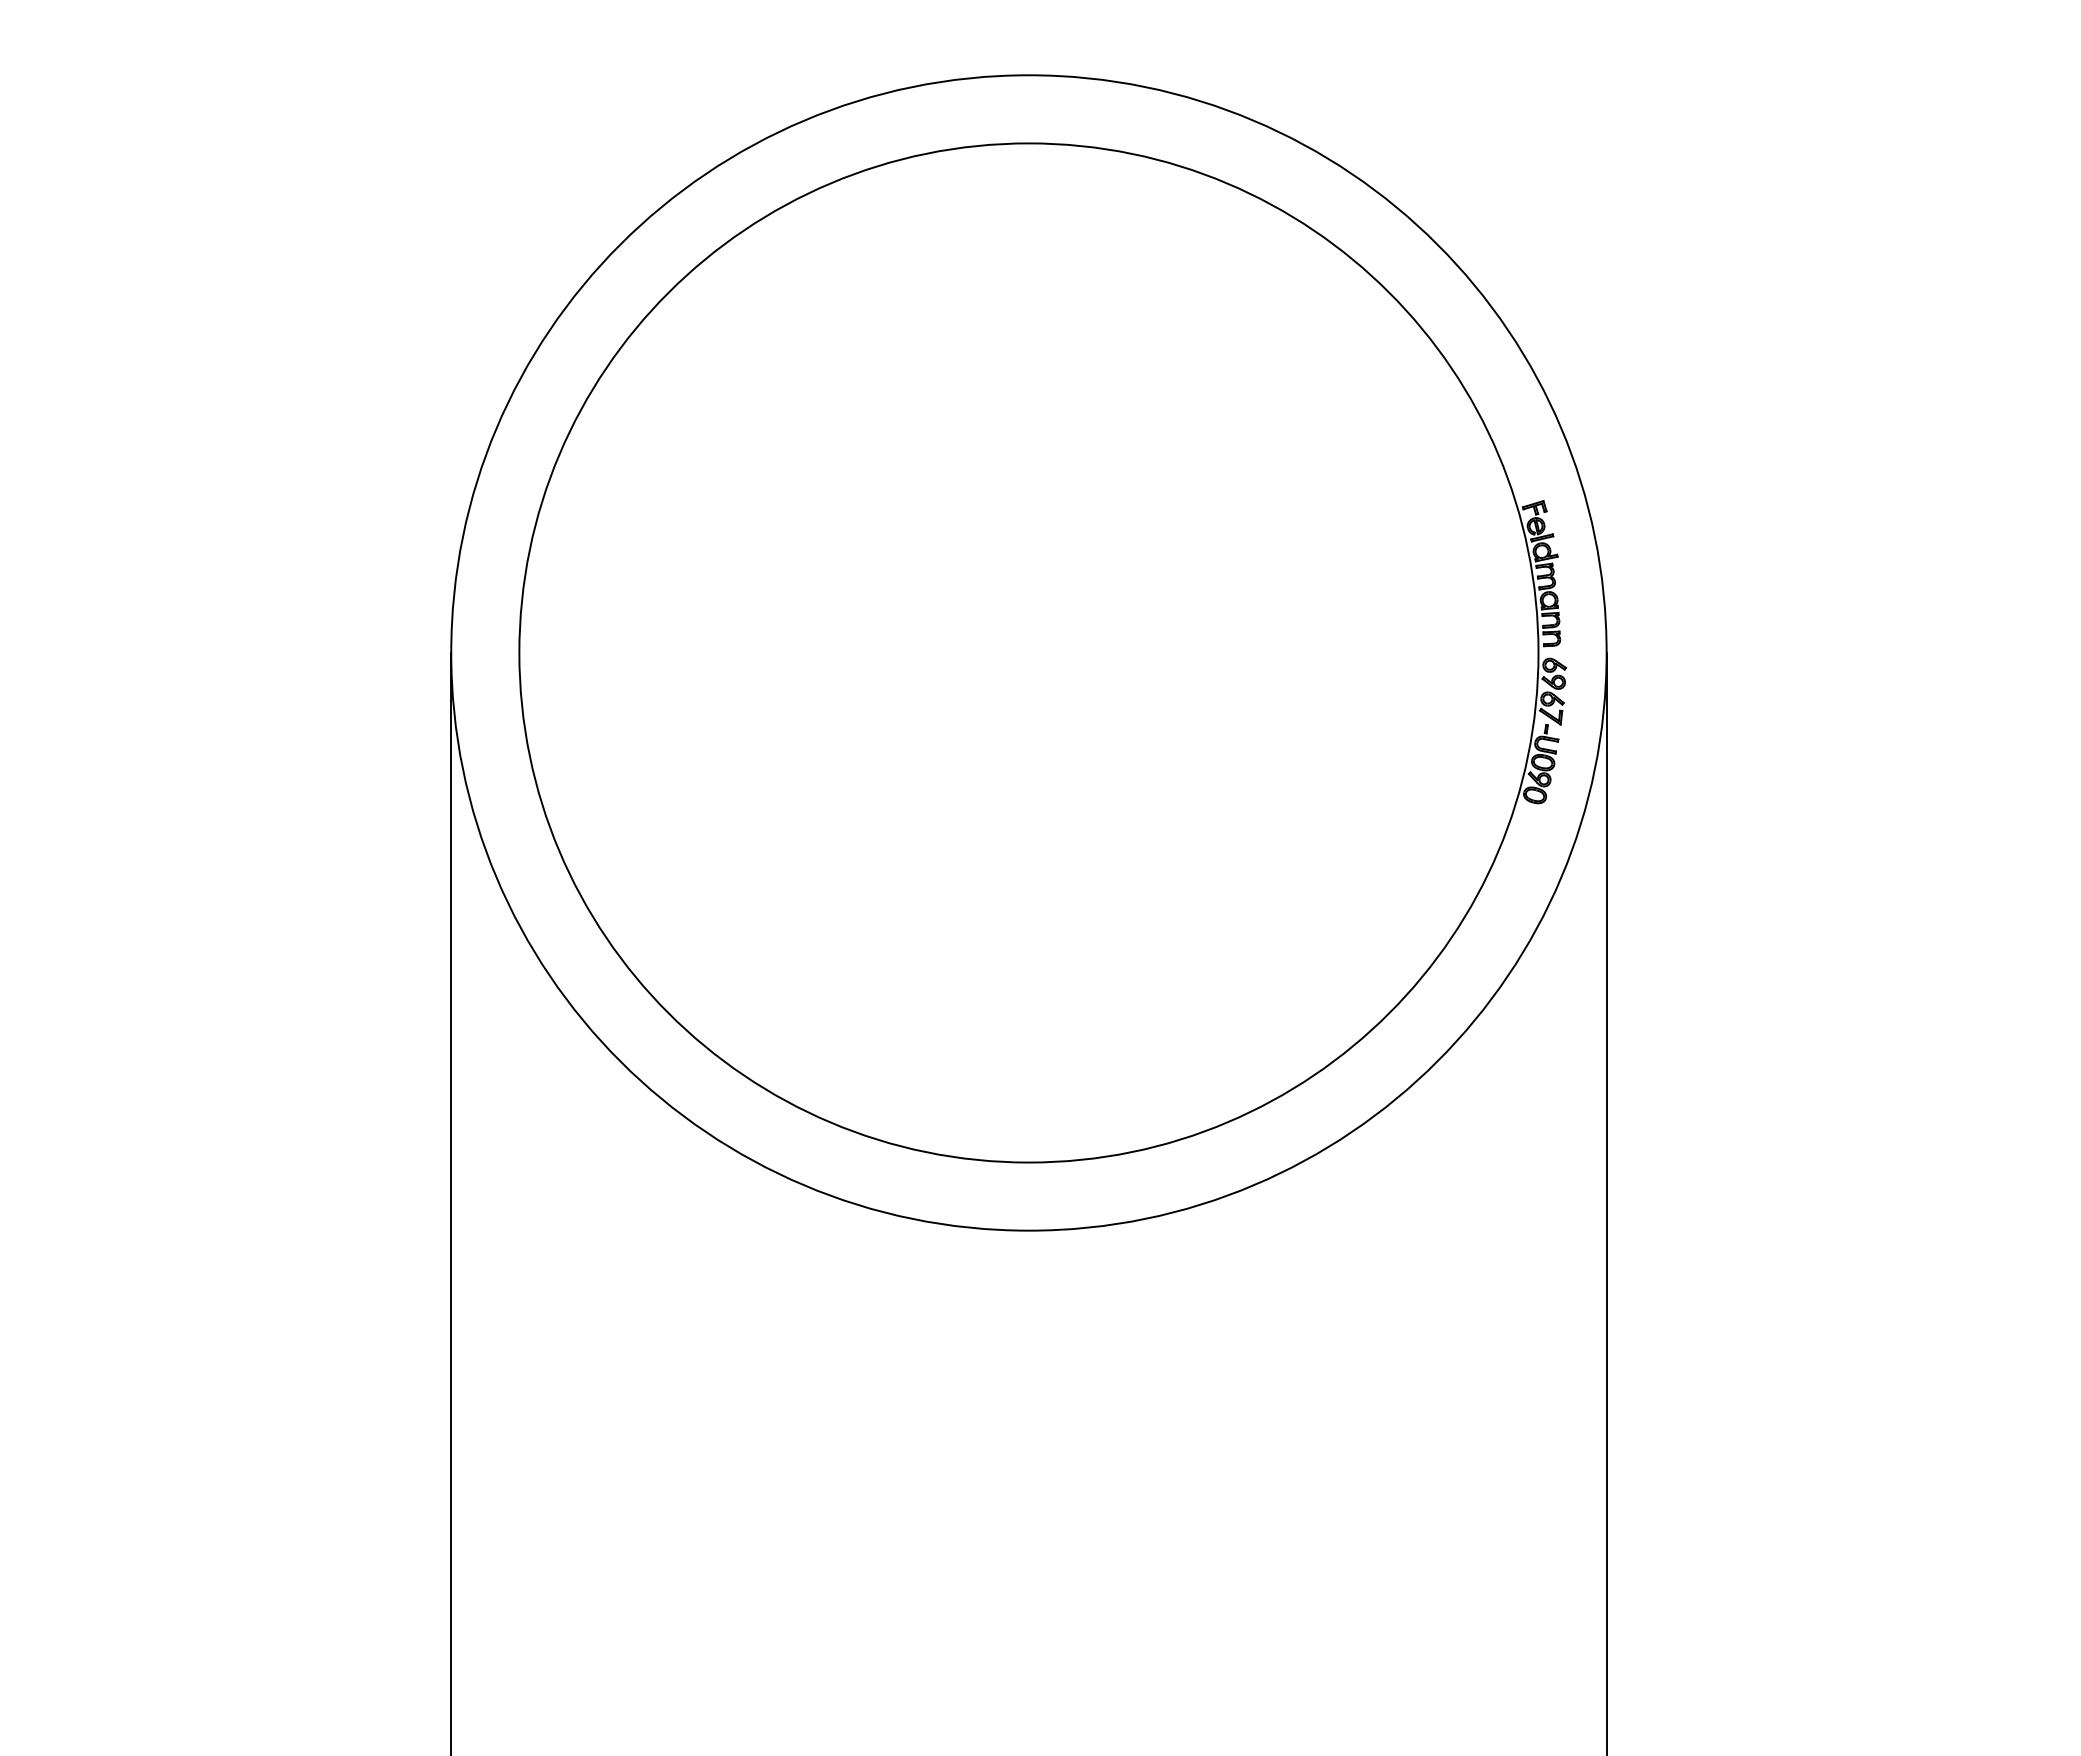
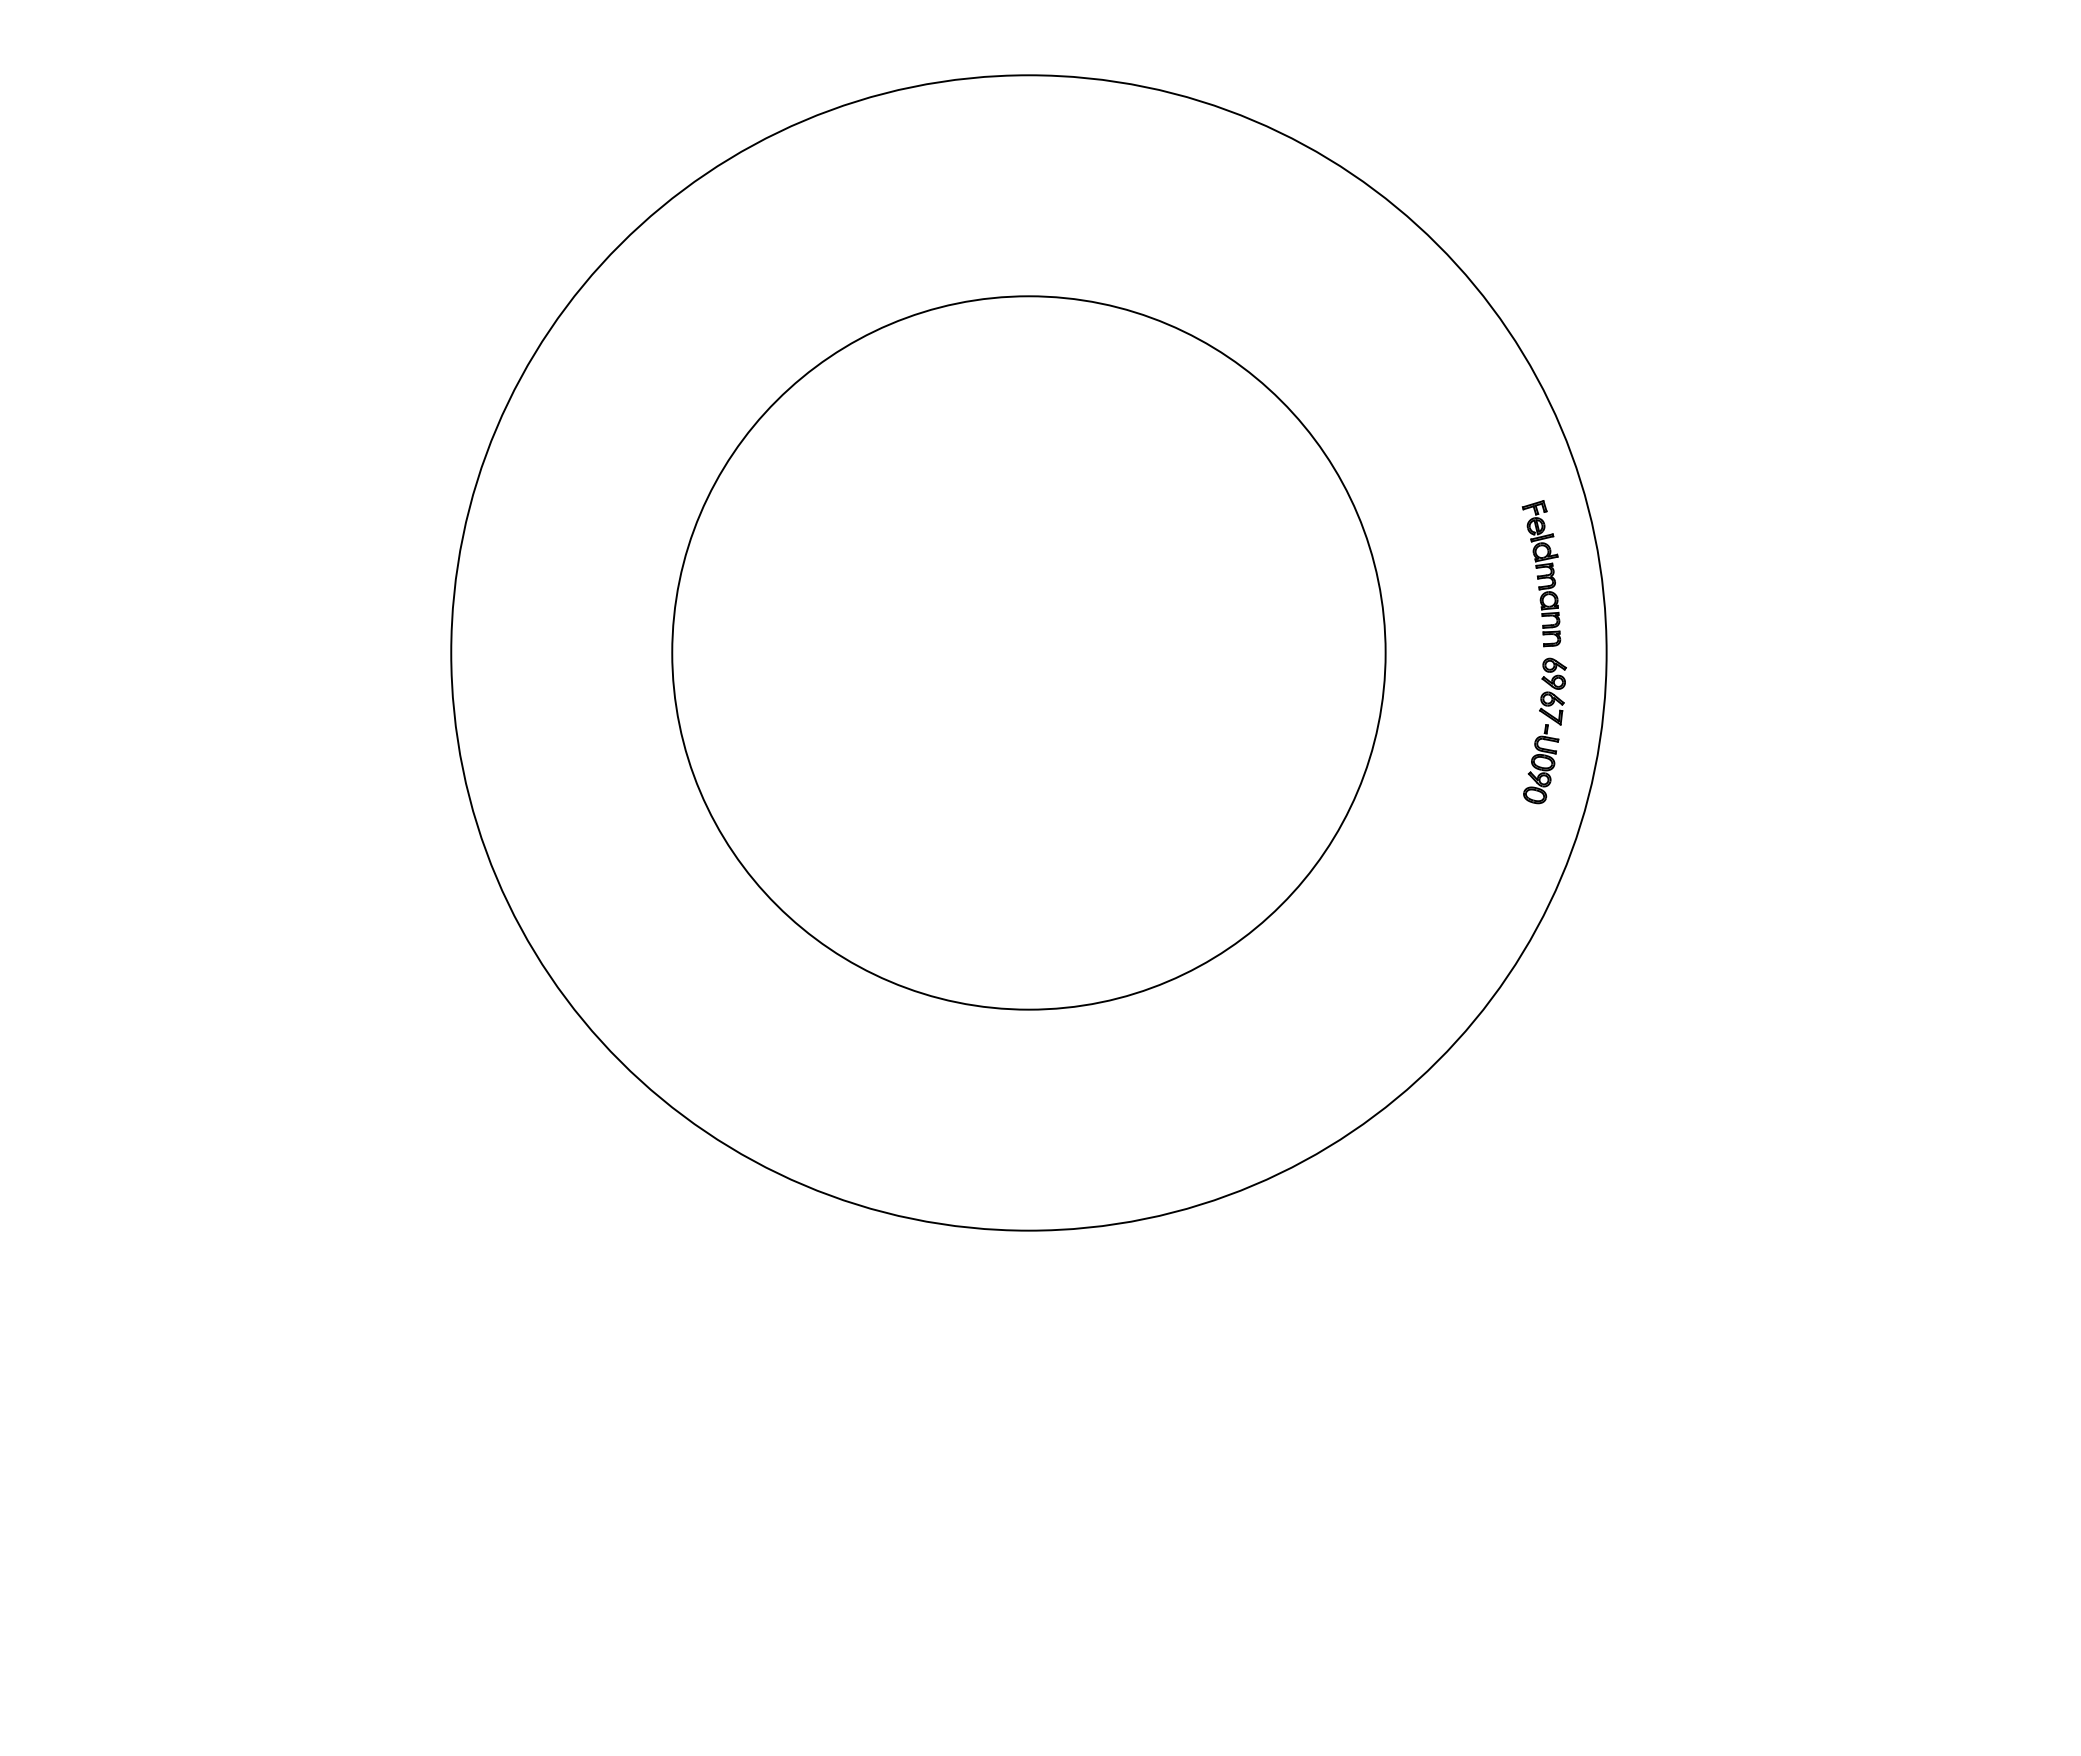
circle at (1028, 652) diameter: 1019 px -> 713 px
line at (451, 1202): present -> none
line at (1606, 1202): present -> none
